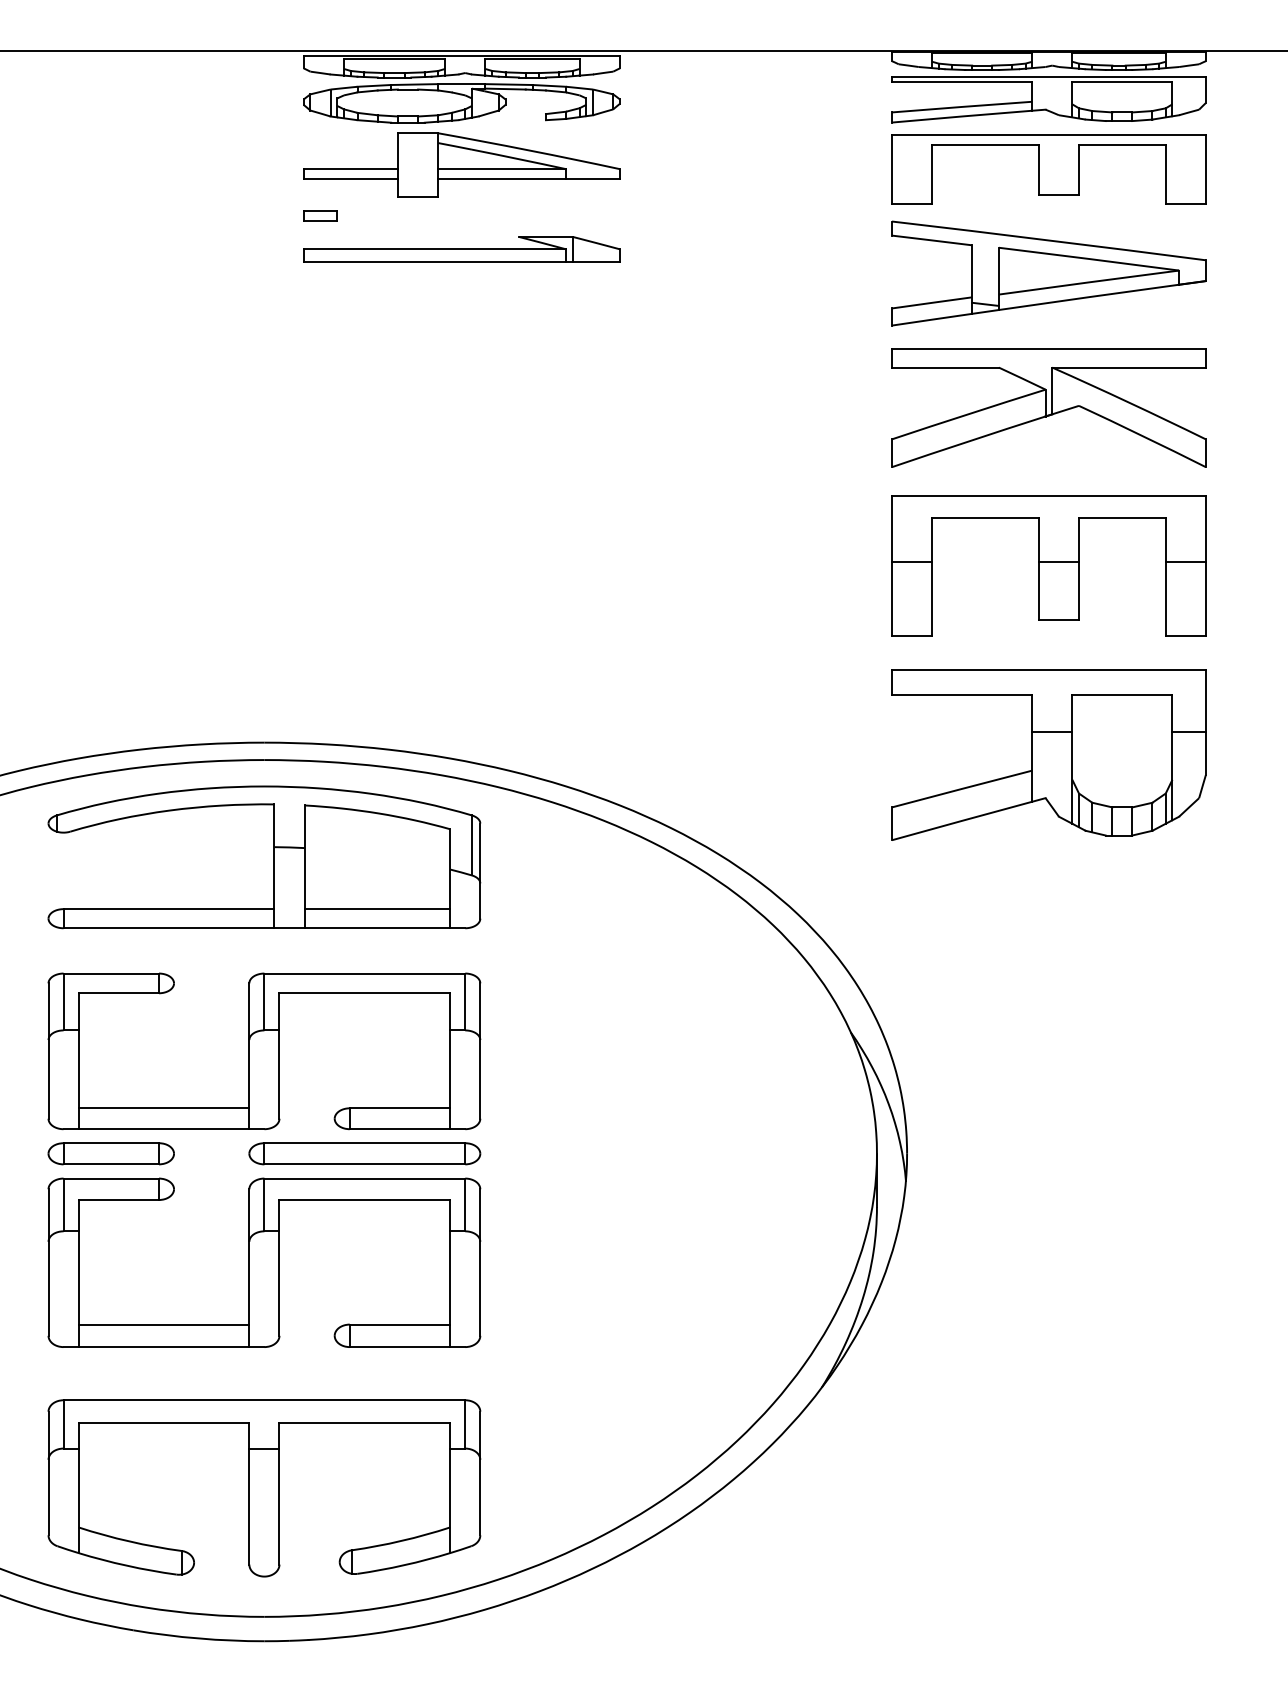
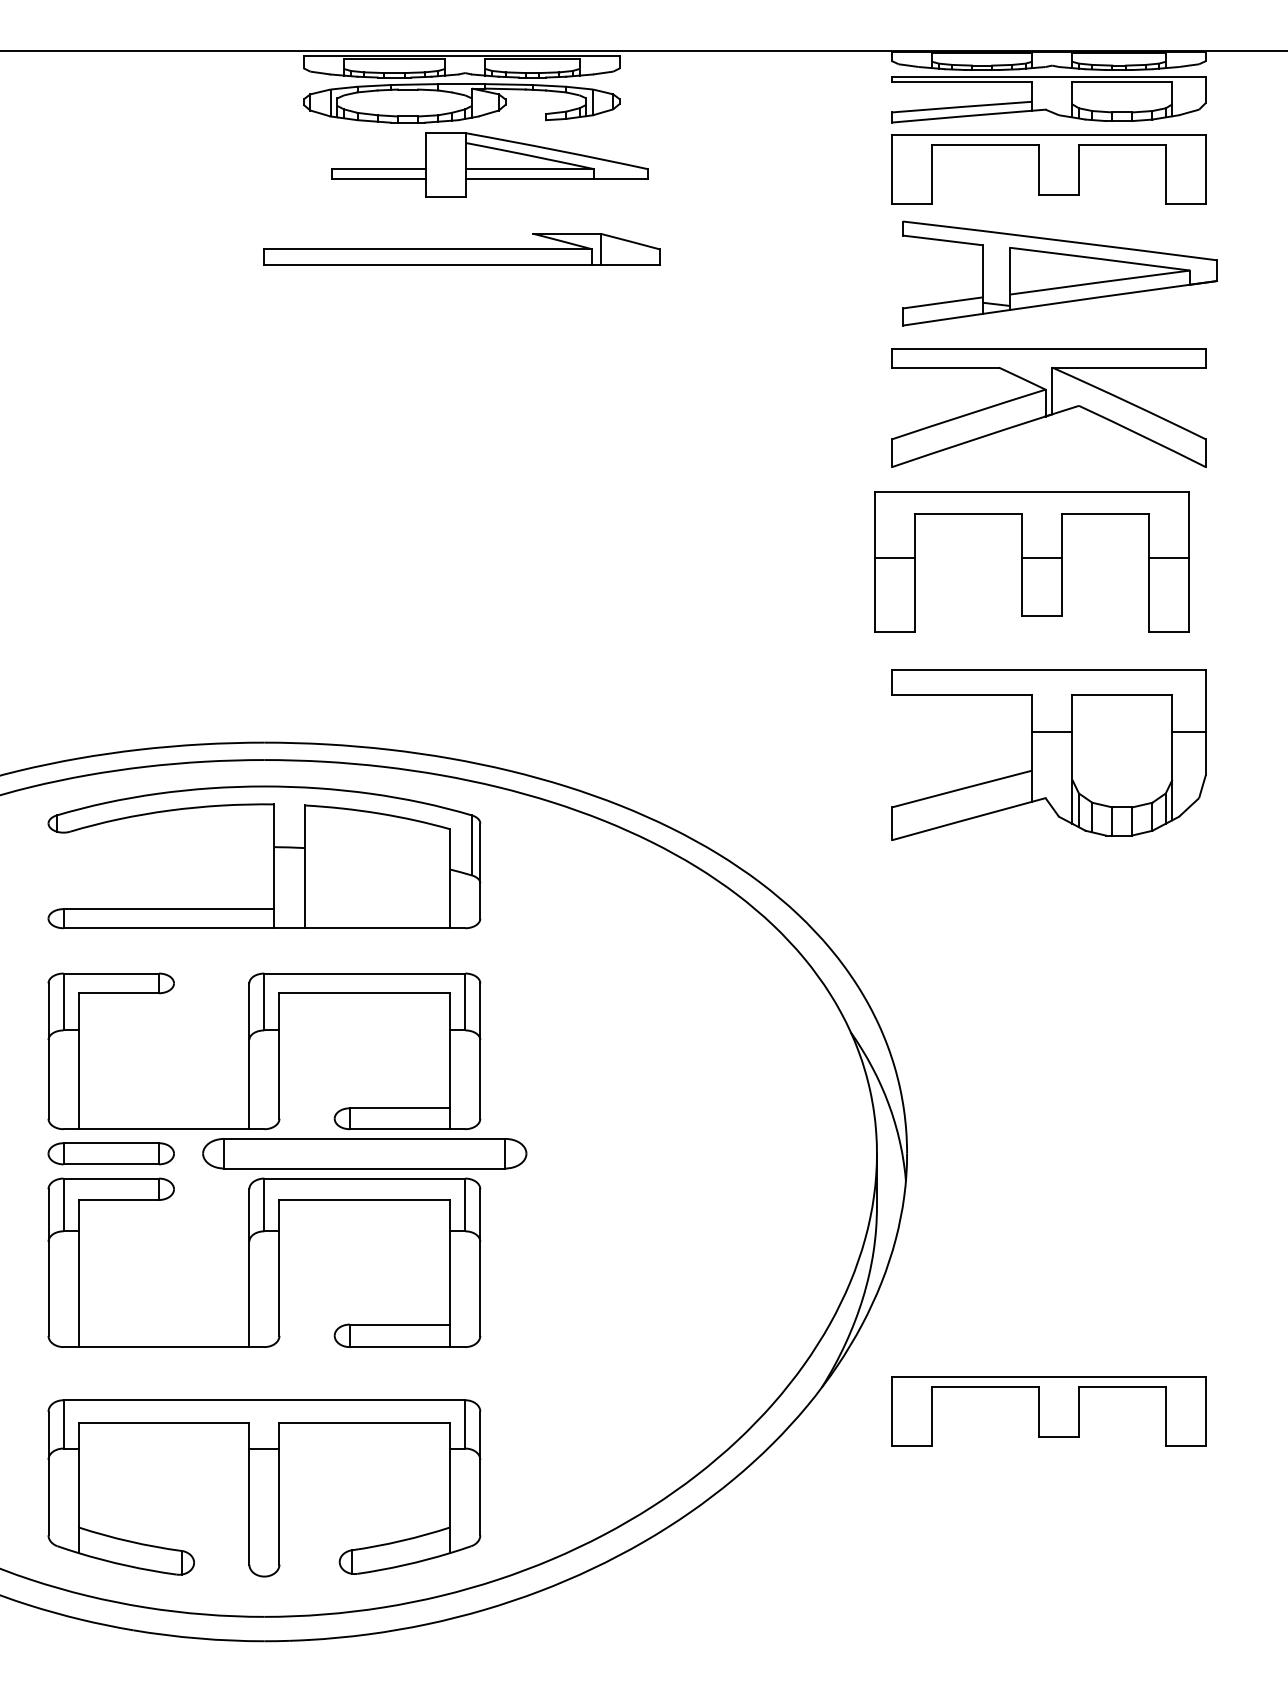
part at (461, 164) position: (461, 164) -> (489, 164)
part at (320, 215): present -> none
part at (461, 249) size: 318x27 px -> 398x33 px
part at (1048, 273) position: (1048, 273) -> (1059, 273)
part at (1048, 565) position: (1048, 565) -> (1031, 561)
line at (377, 909): present -> none
line at (163, 1108): present -> none
part at (364, 1153) size: 234x24 px -> 326x32 px
line at (163, 1324): present -> none
part at (1048, 1411): none -> present
